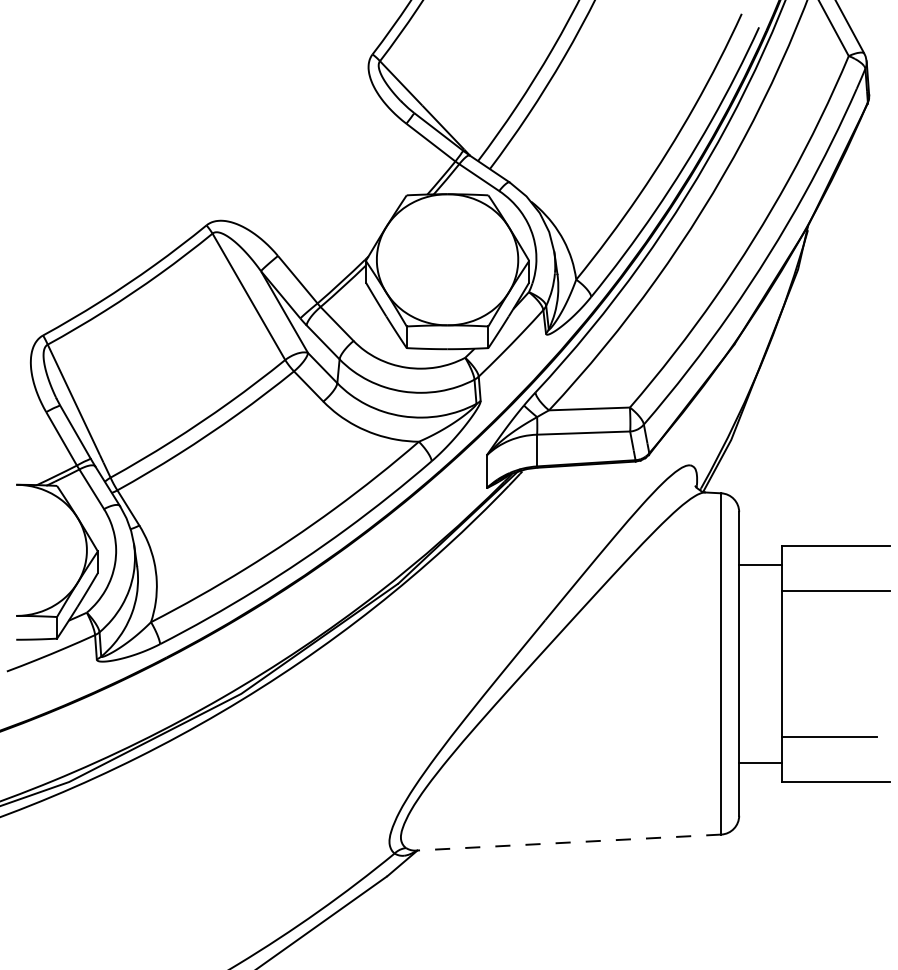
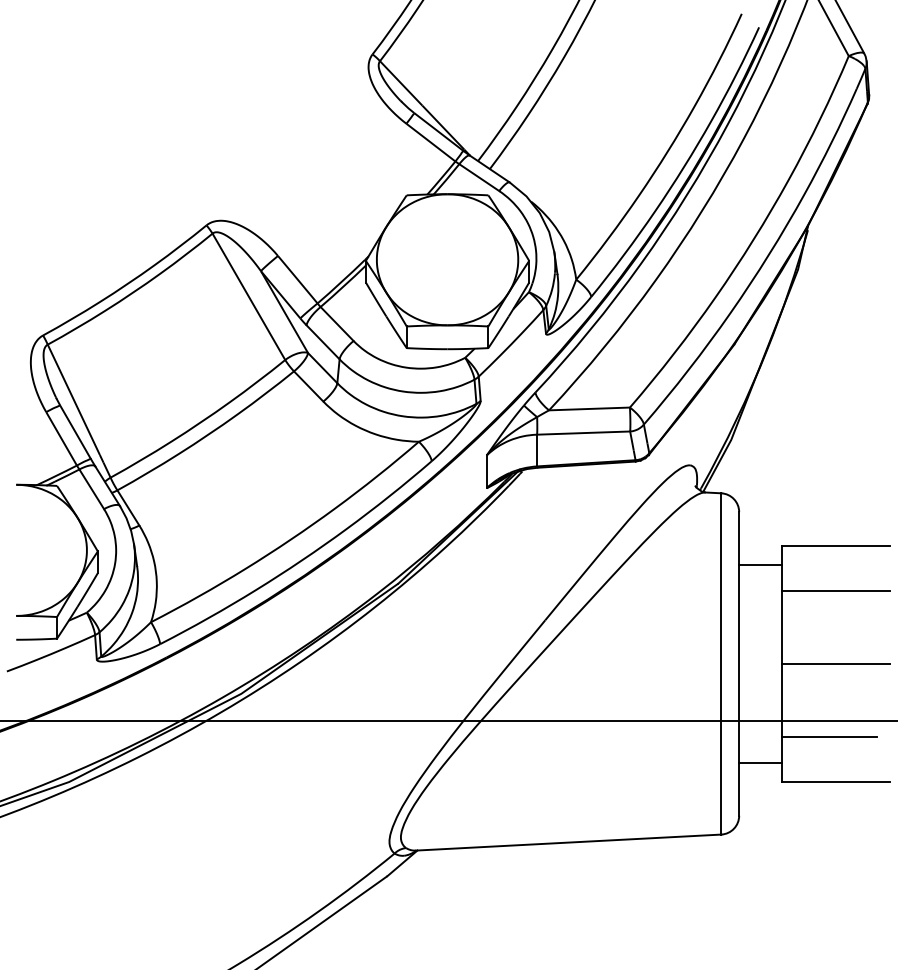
line at (835, 663): none -> present
line at (448, 720): none -> present
line at (568, 842): dashed -> solid
